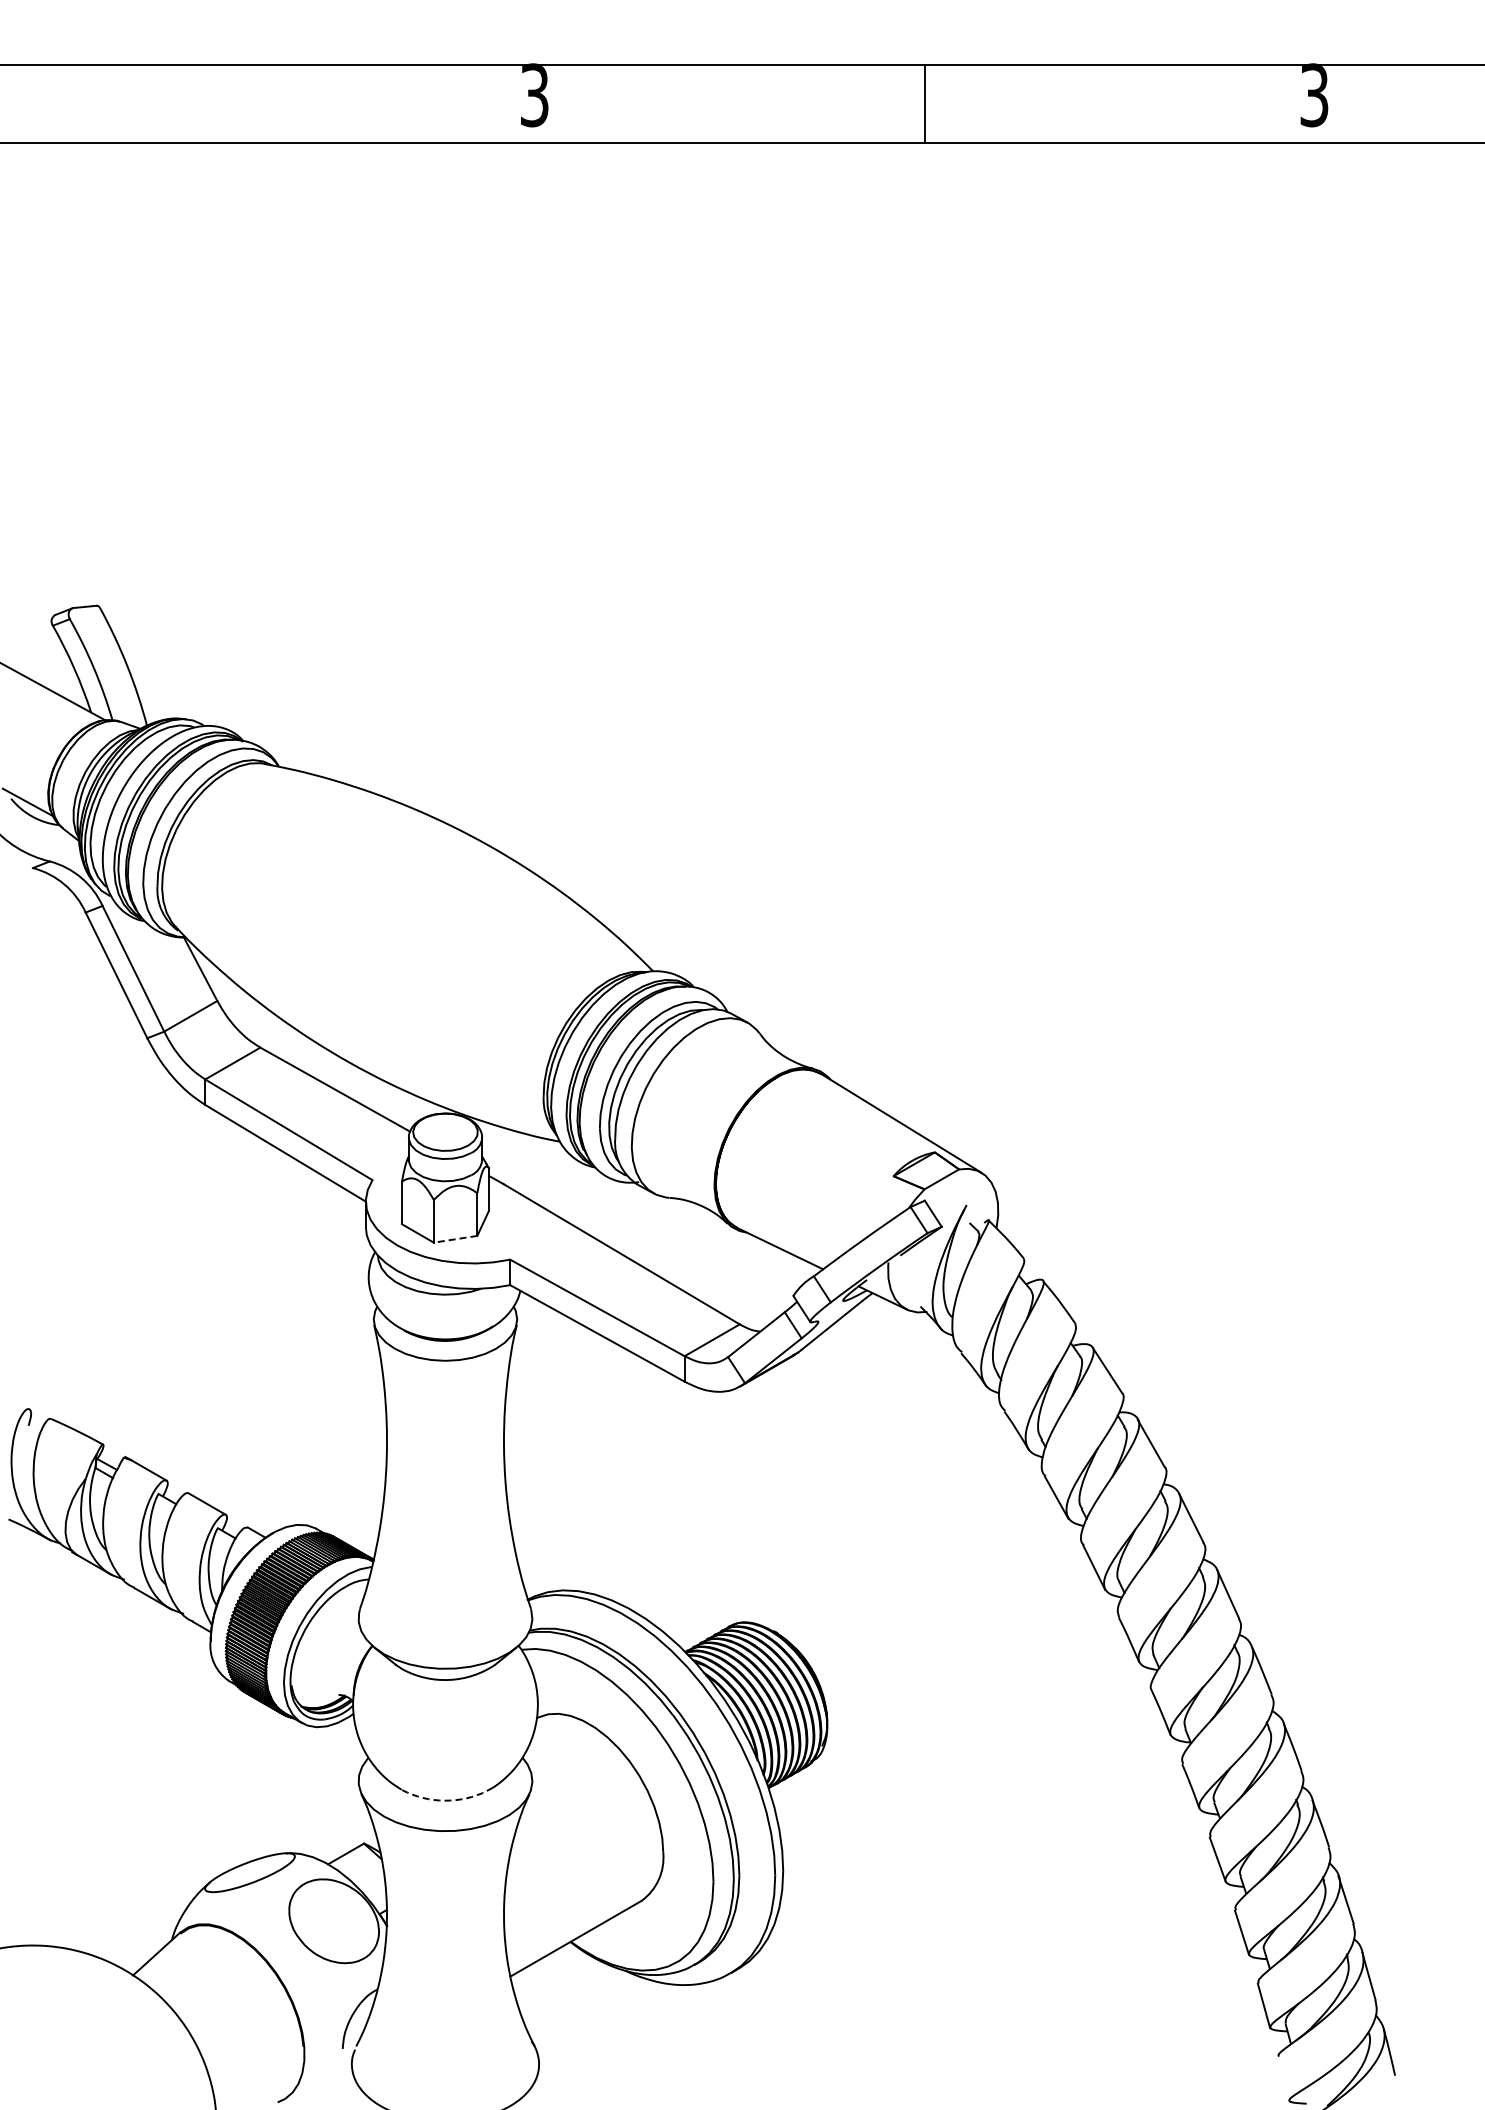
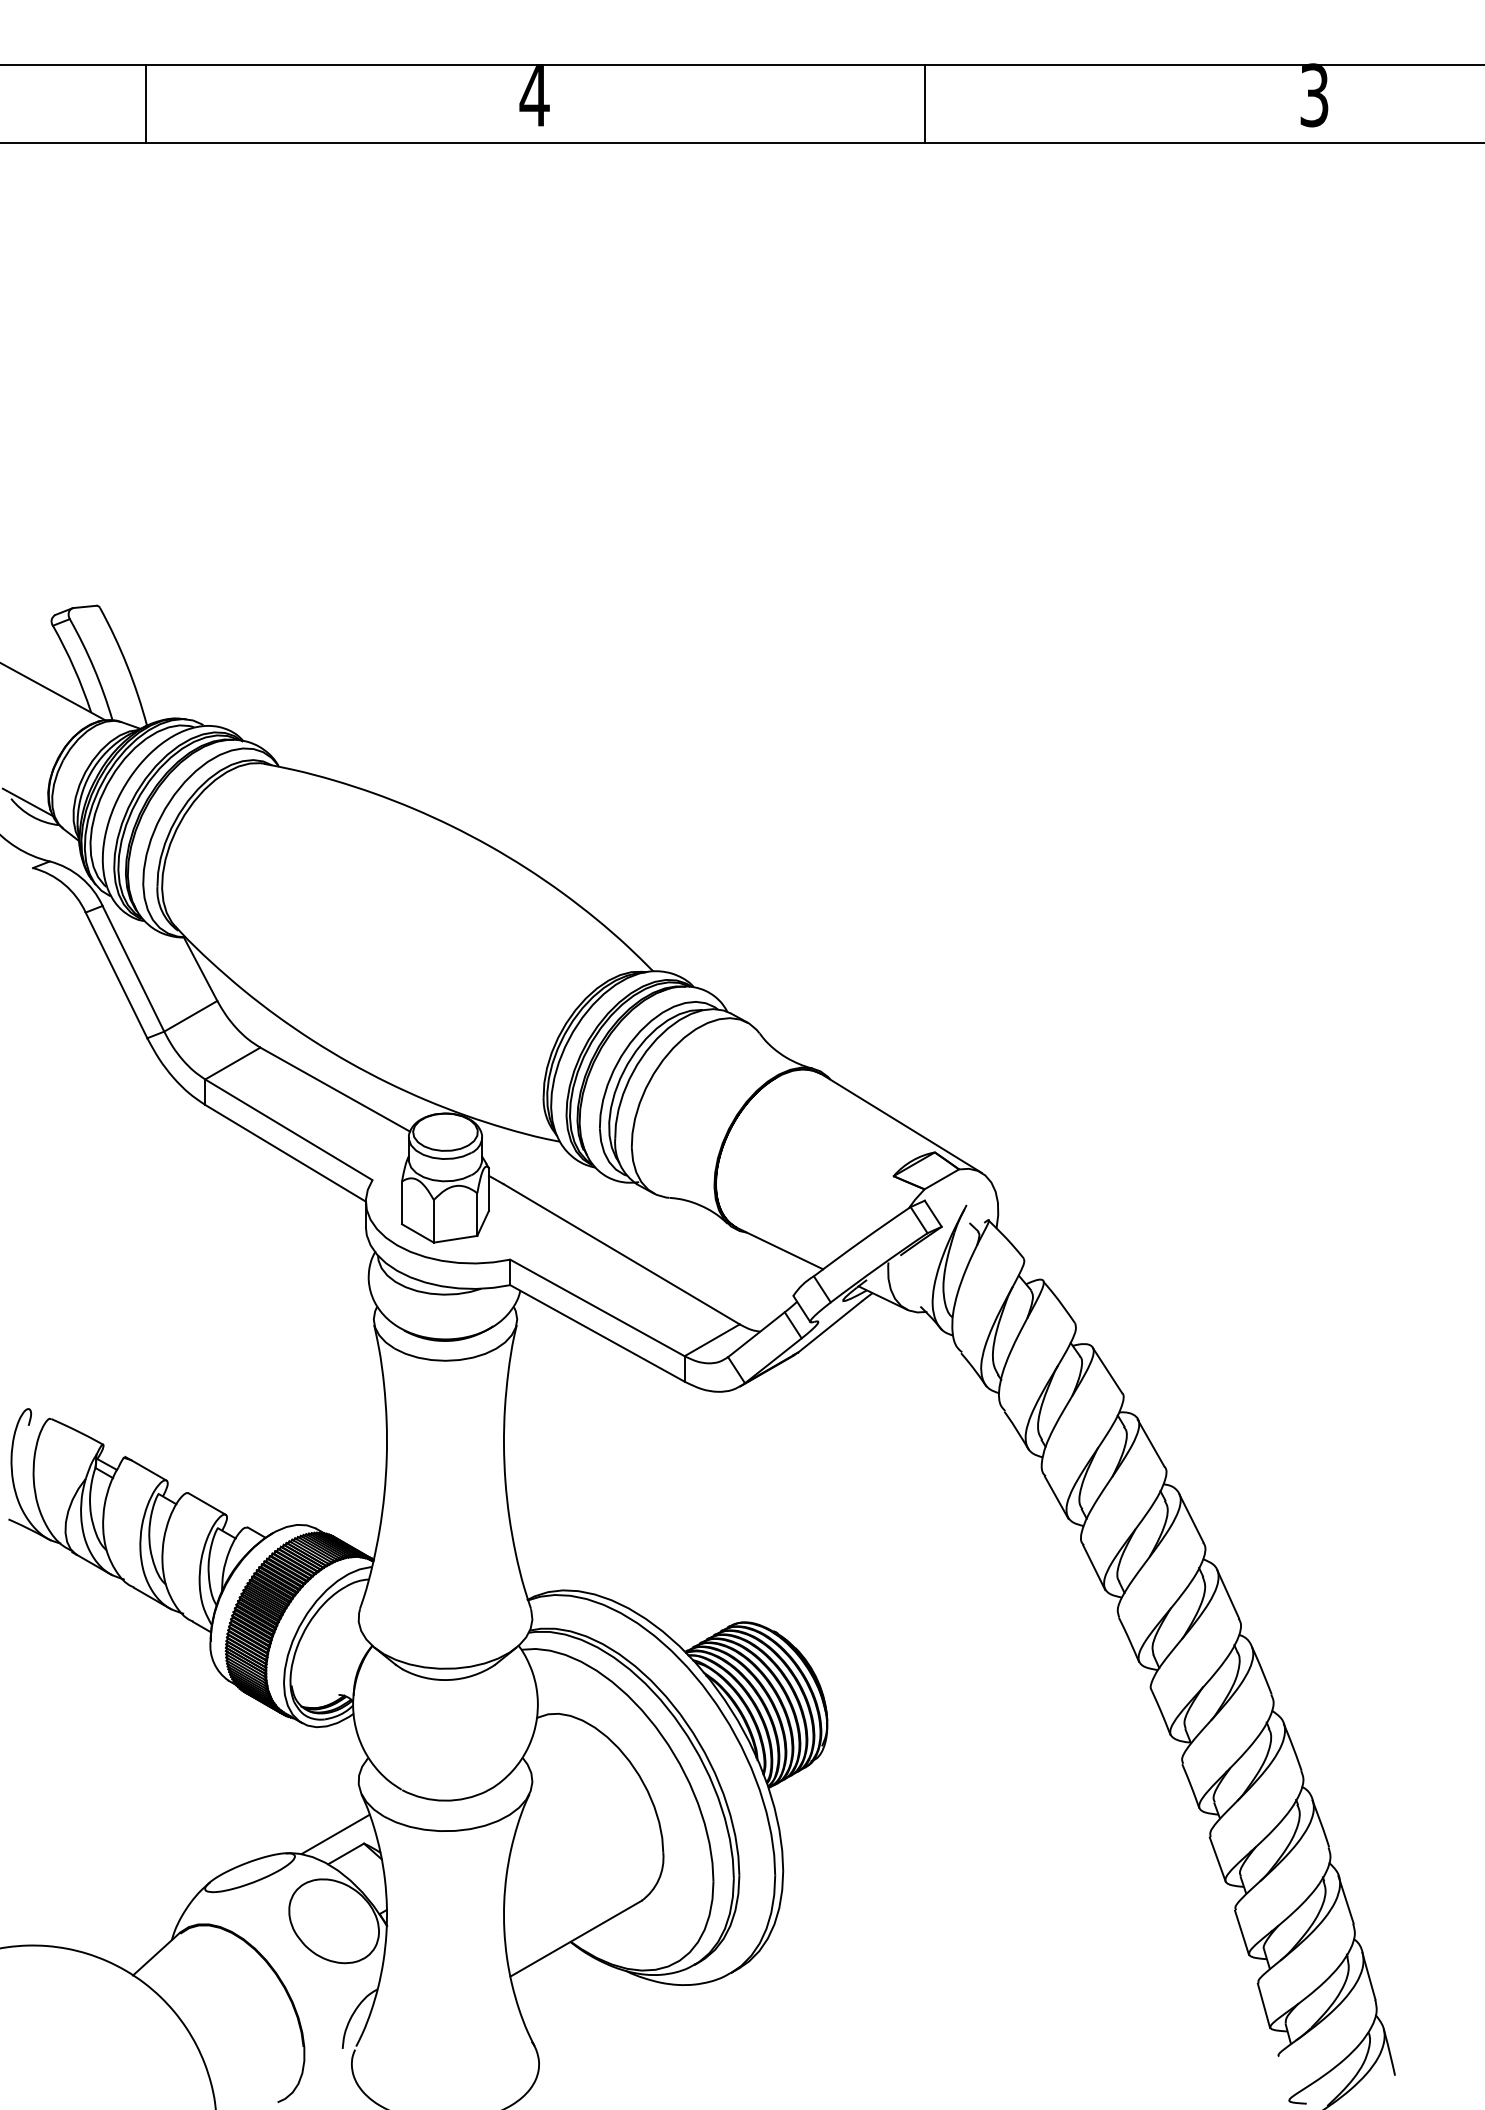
text at (534, 95): 3 -> 4
line at (145, 104): none -> present
line at (455, 1239): dashed -> solid
arc at (444, 1800): dashed -> solid
line at (335, 1834): none -> present
